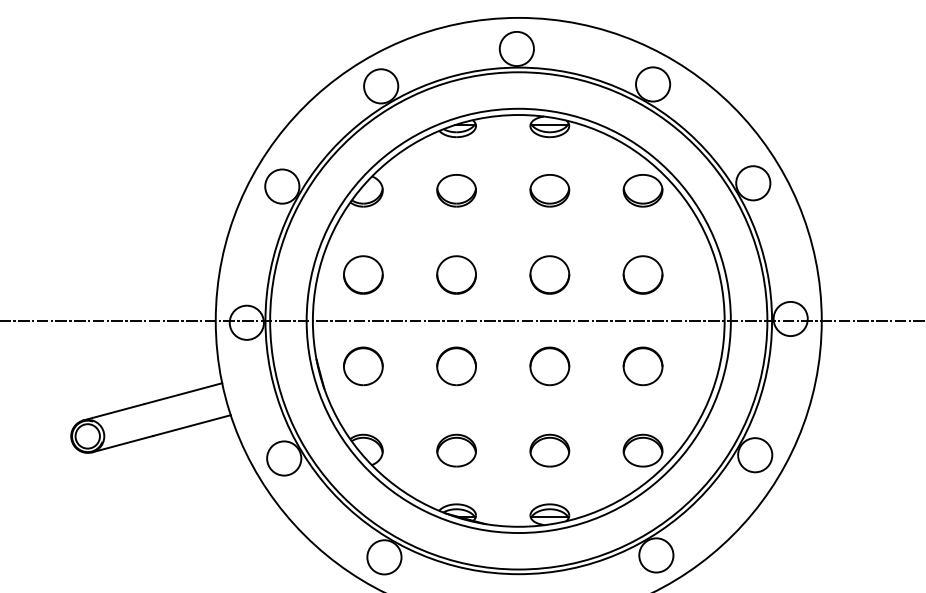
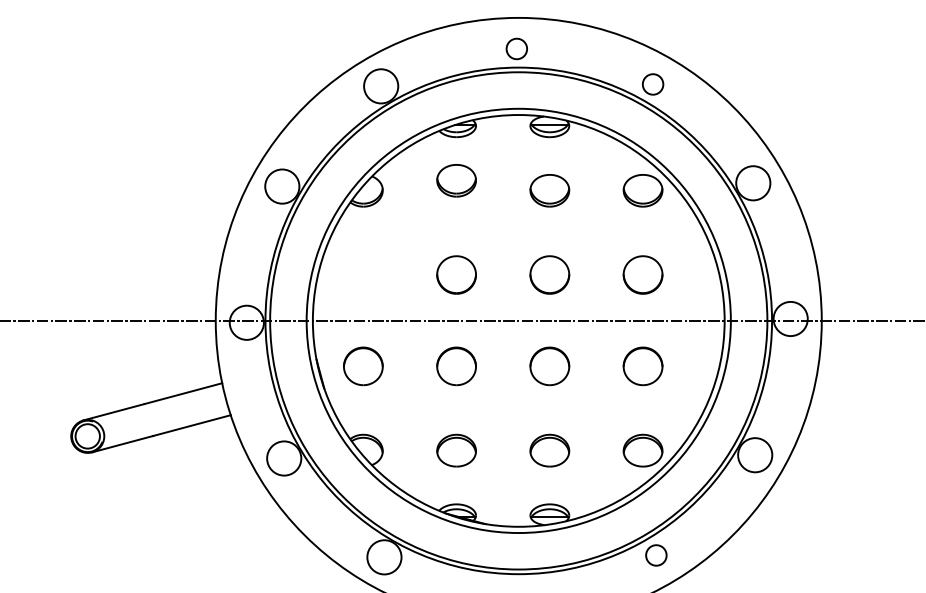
circle at (516, 48) diameter: 34 px -> 21 px
circle at (653, 84) diameter: 34 px -> 21 px
part at (456, 190) position: (456, 190) -> (456, 180)
part at (363, 274): present -> none
circle at (656, 555) diameter: 34 px -> 21 px
